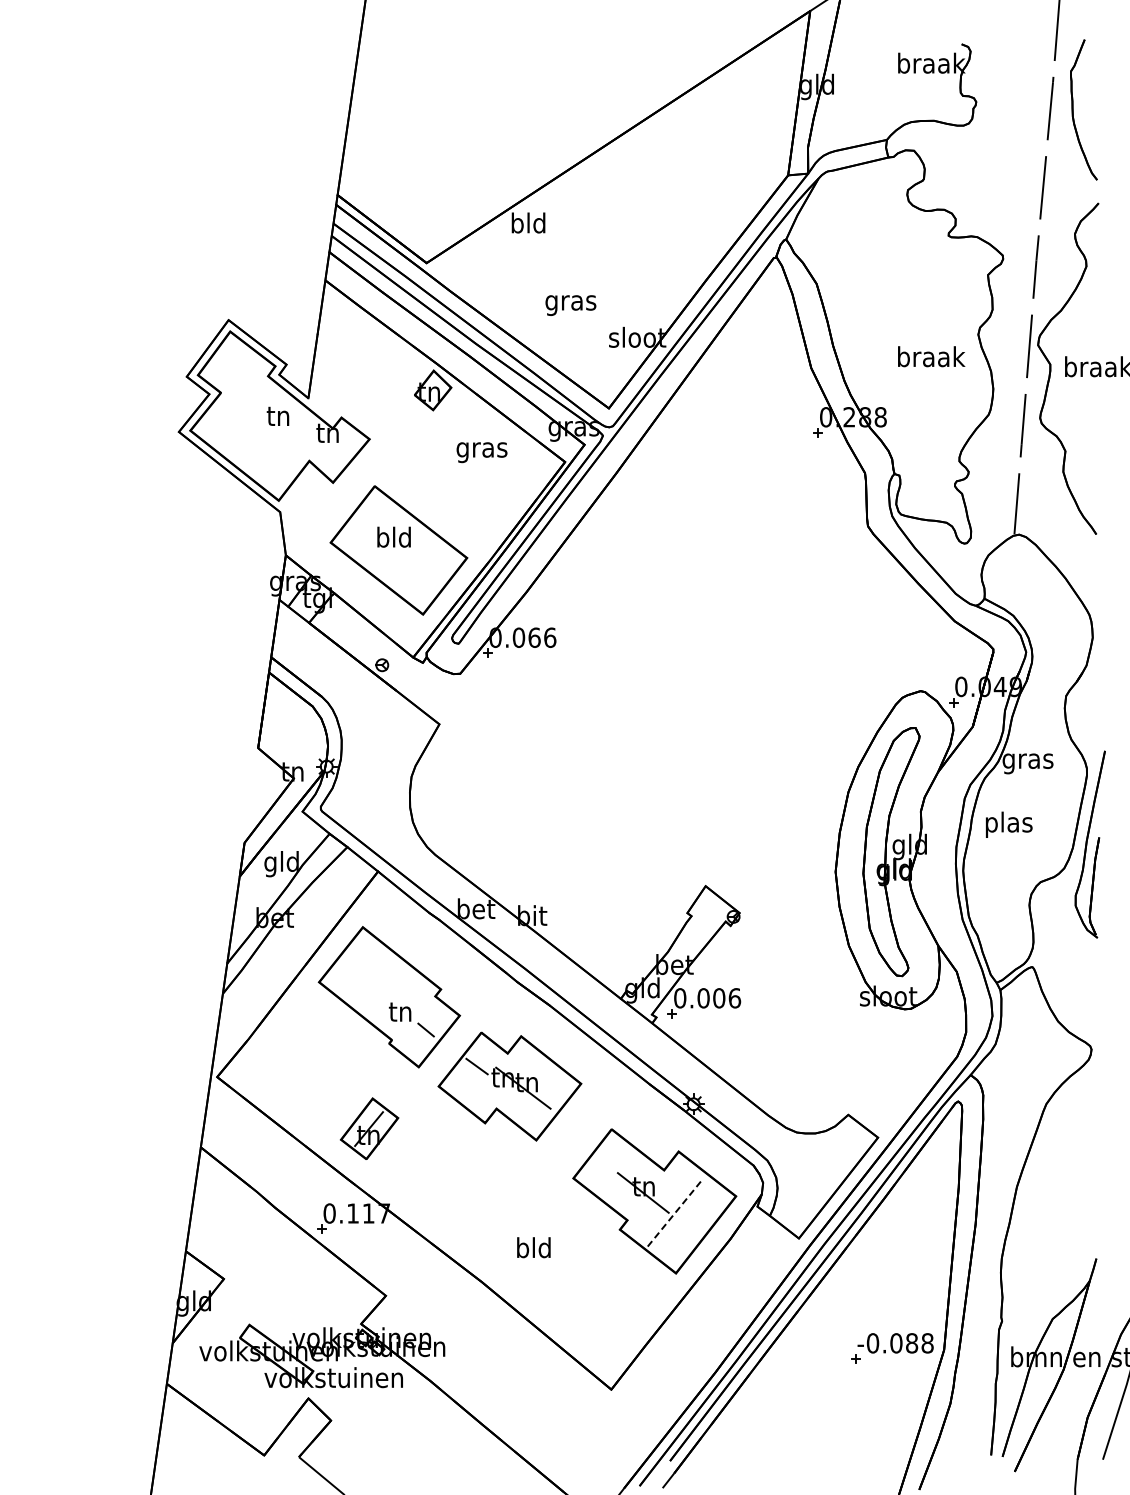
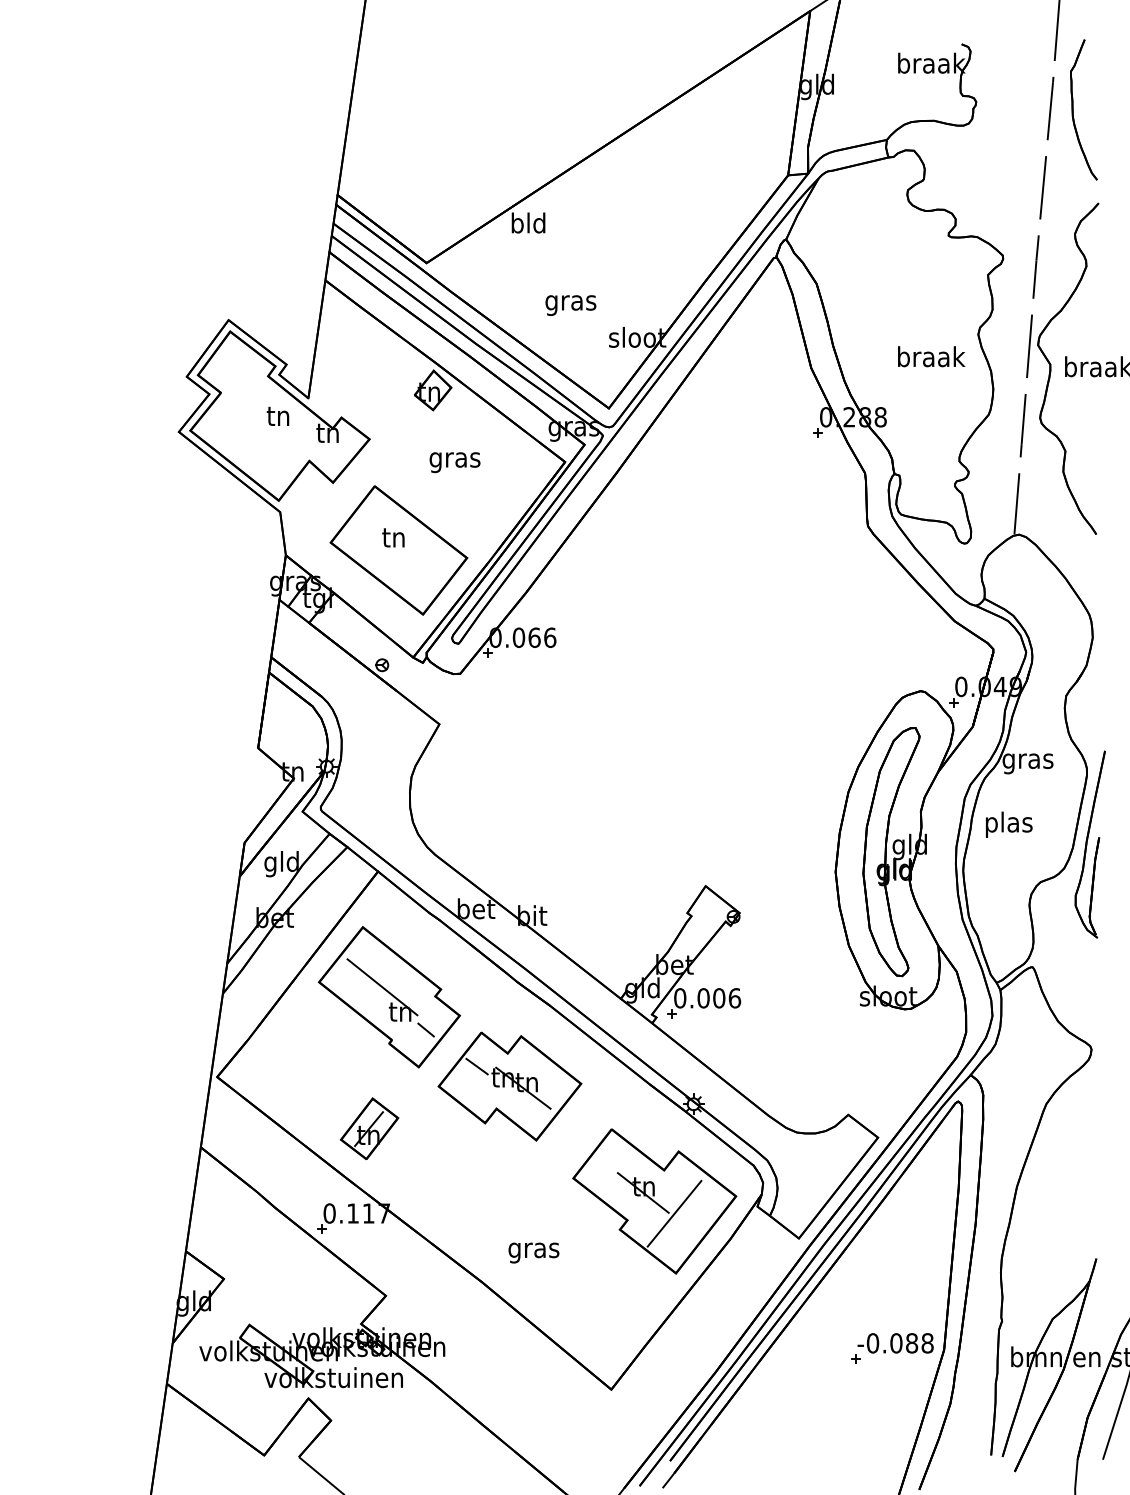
text at (481, 452) position: (481, 452) -> (454, 462)
text at (393, 536): bld -> tn
line at (382, 987): none -> present
line at (674, 1213): dashed -> solid
text at (533, 1250): bld -> gras
